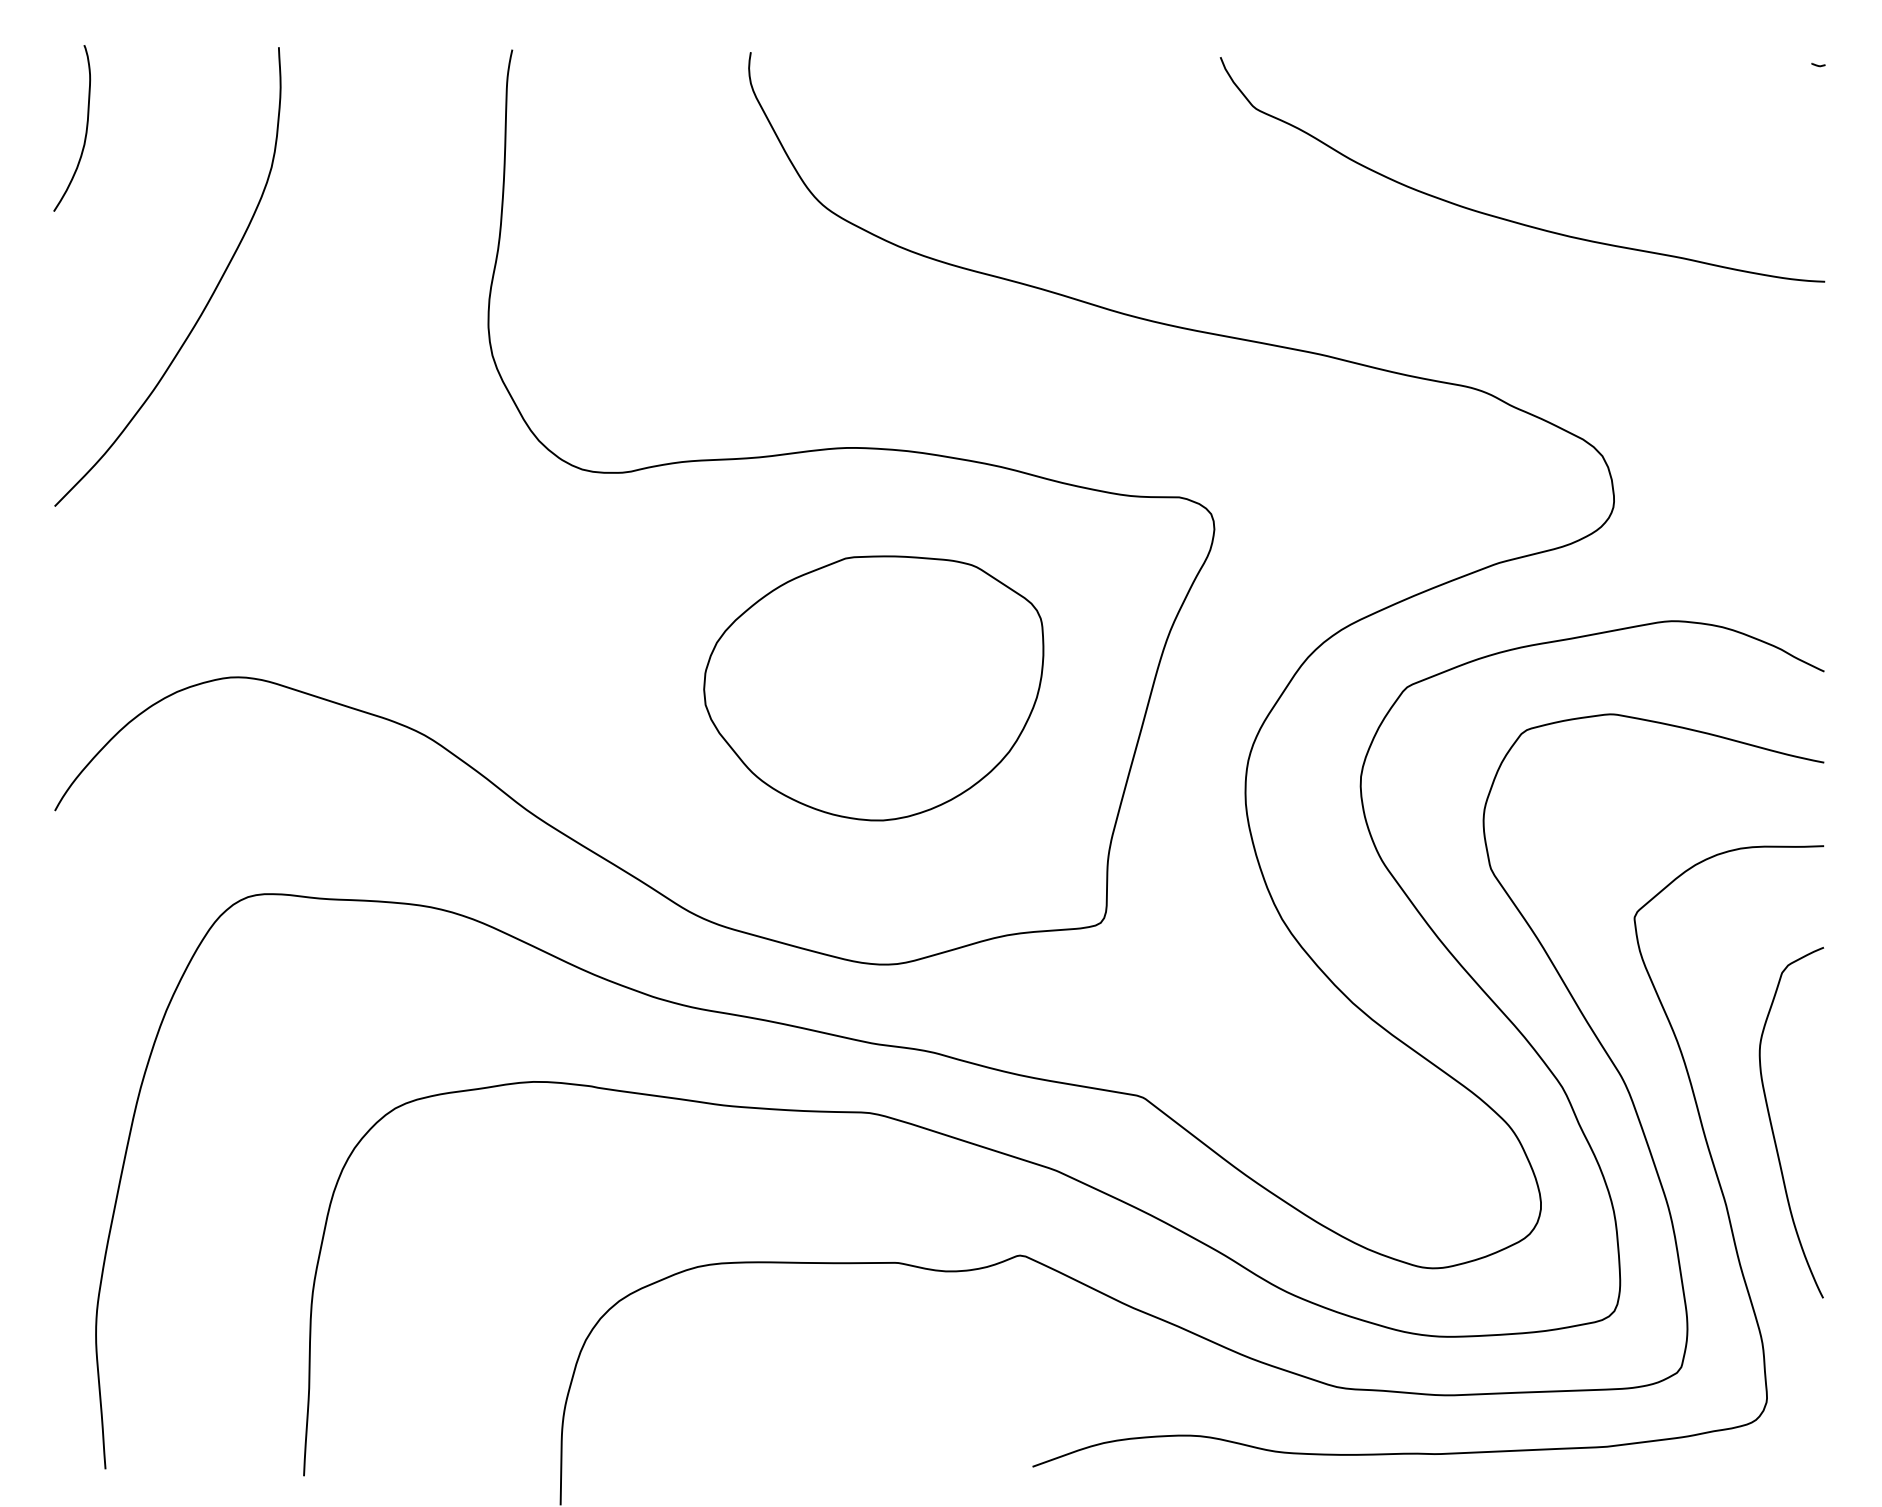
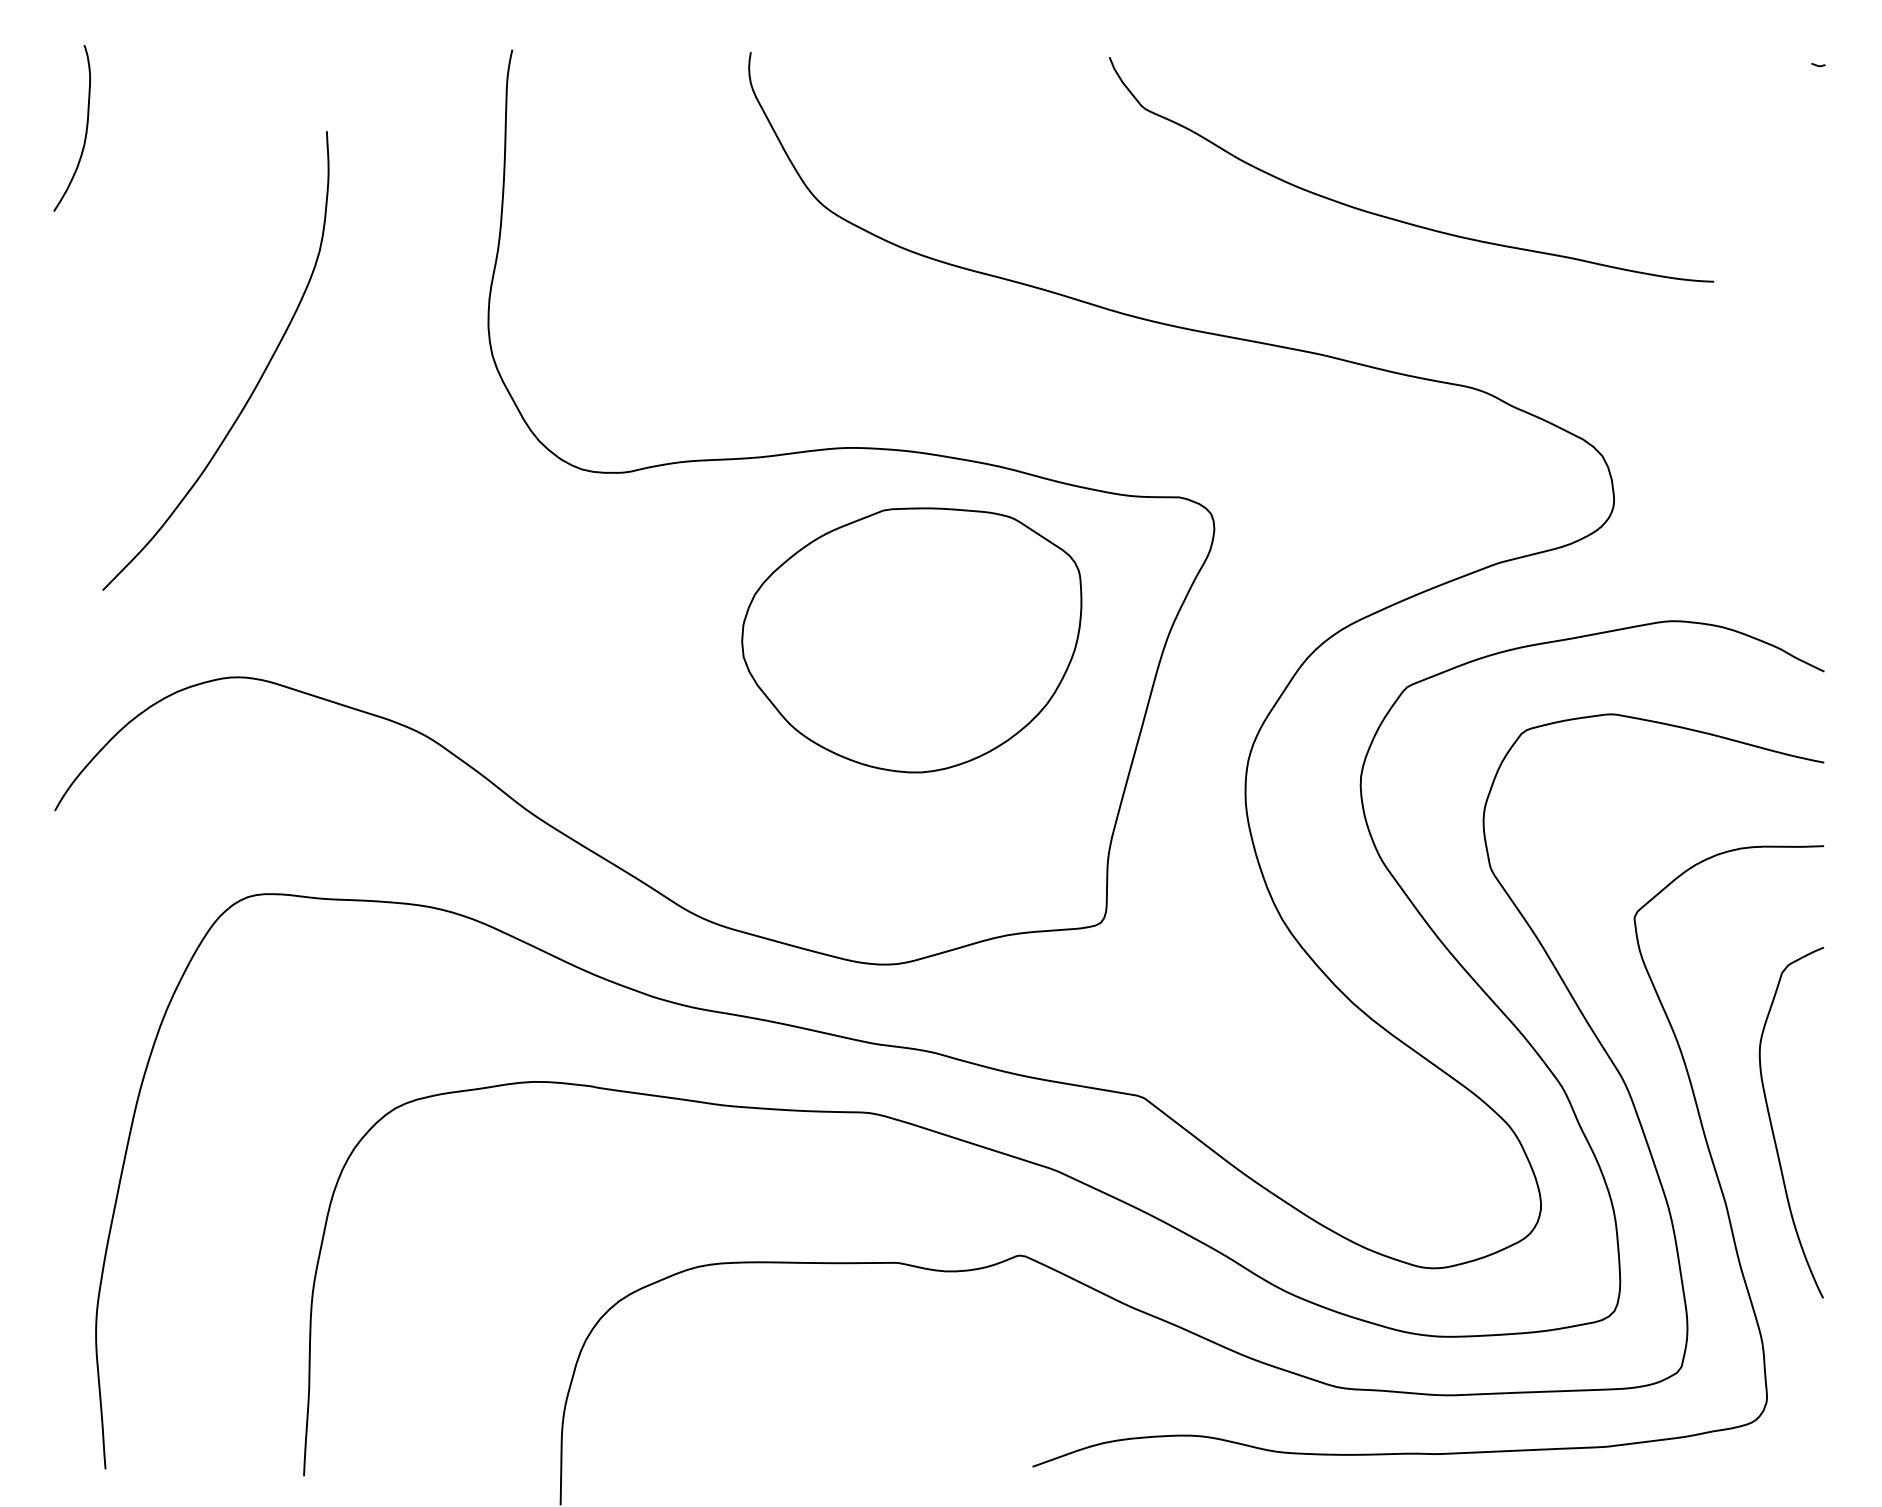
curve at (1509, 219) position: (1509, 219) -> (1398, 219)
curve at (208, 299) position: (208, 299) -> (256, 383)
part at (873, 688) position: (873, 688) -> (911, 640)
